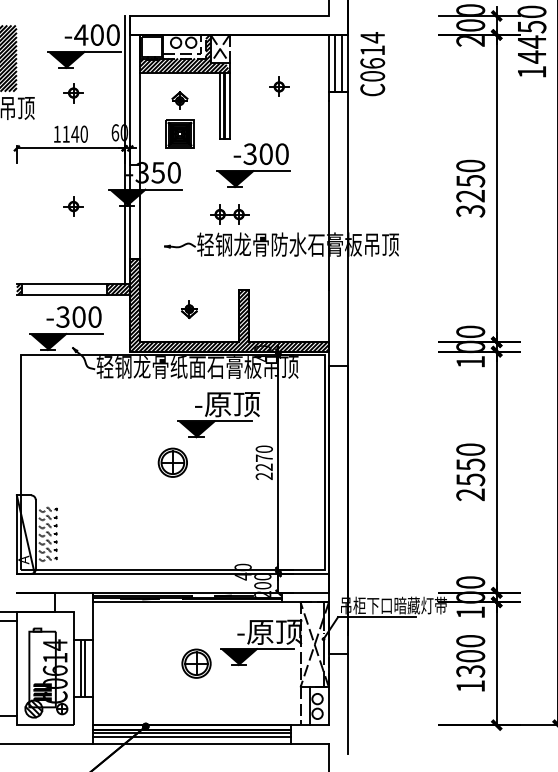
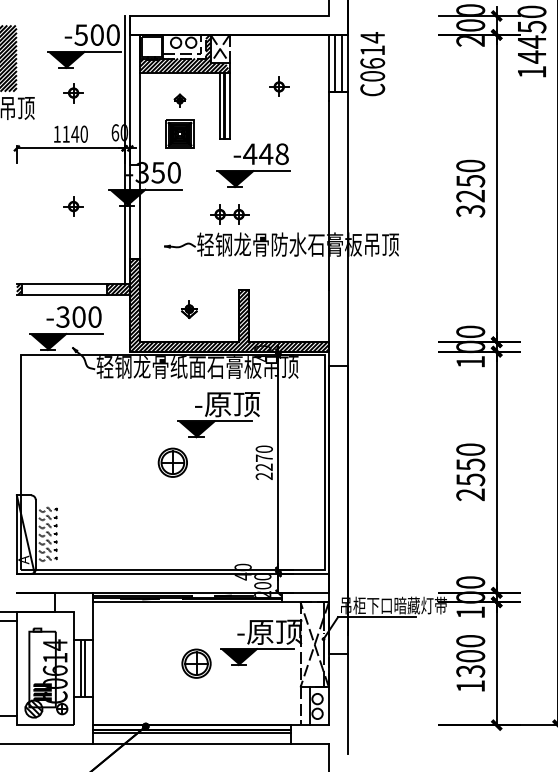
text at (81, 34): -400 -> -500
part at (179, 100) size: 18x19 px -> 14x15 px
text at (265, 154): -300 -> -448
line at (191, 737): present -> none
